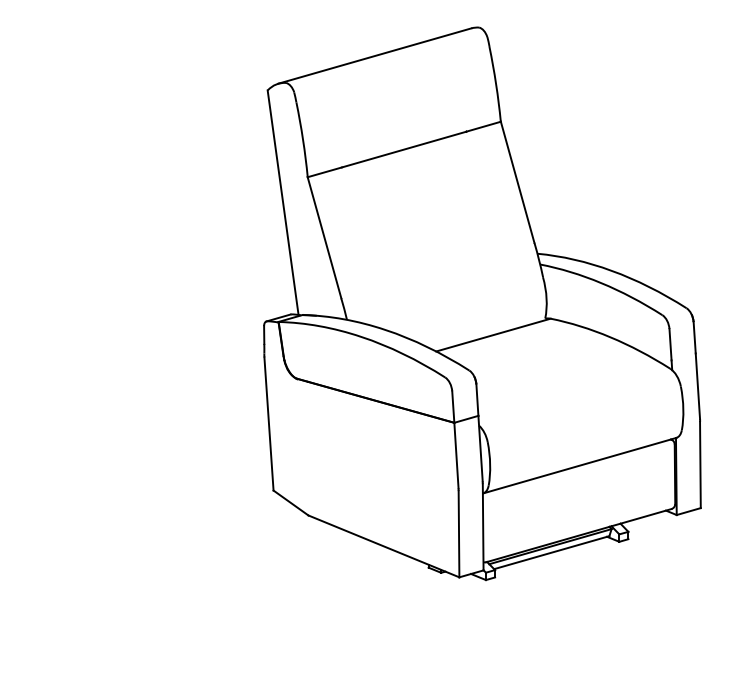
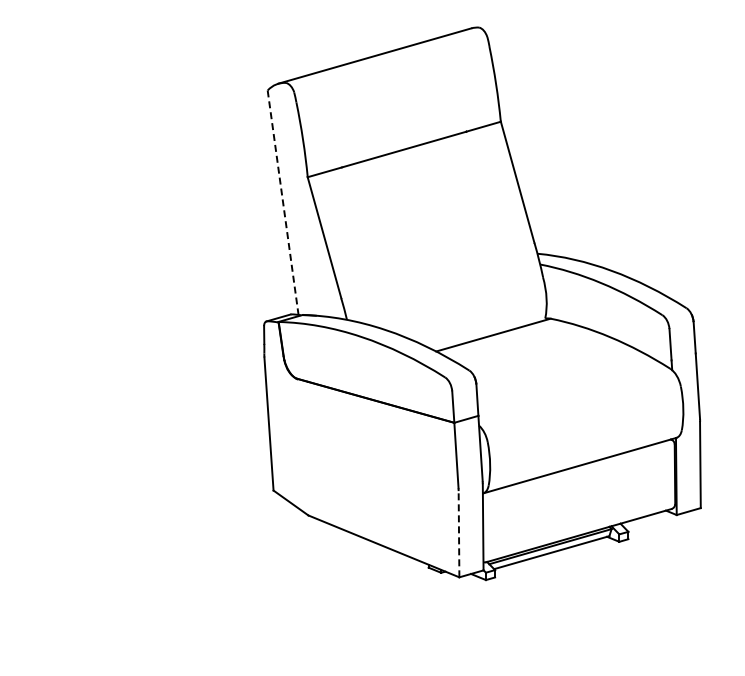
line at (283, 203): solid -> dashed
line at (459, 533): solid -> dashed
